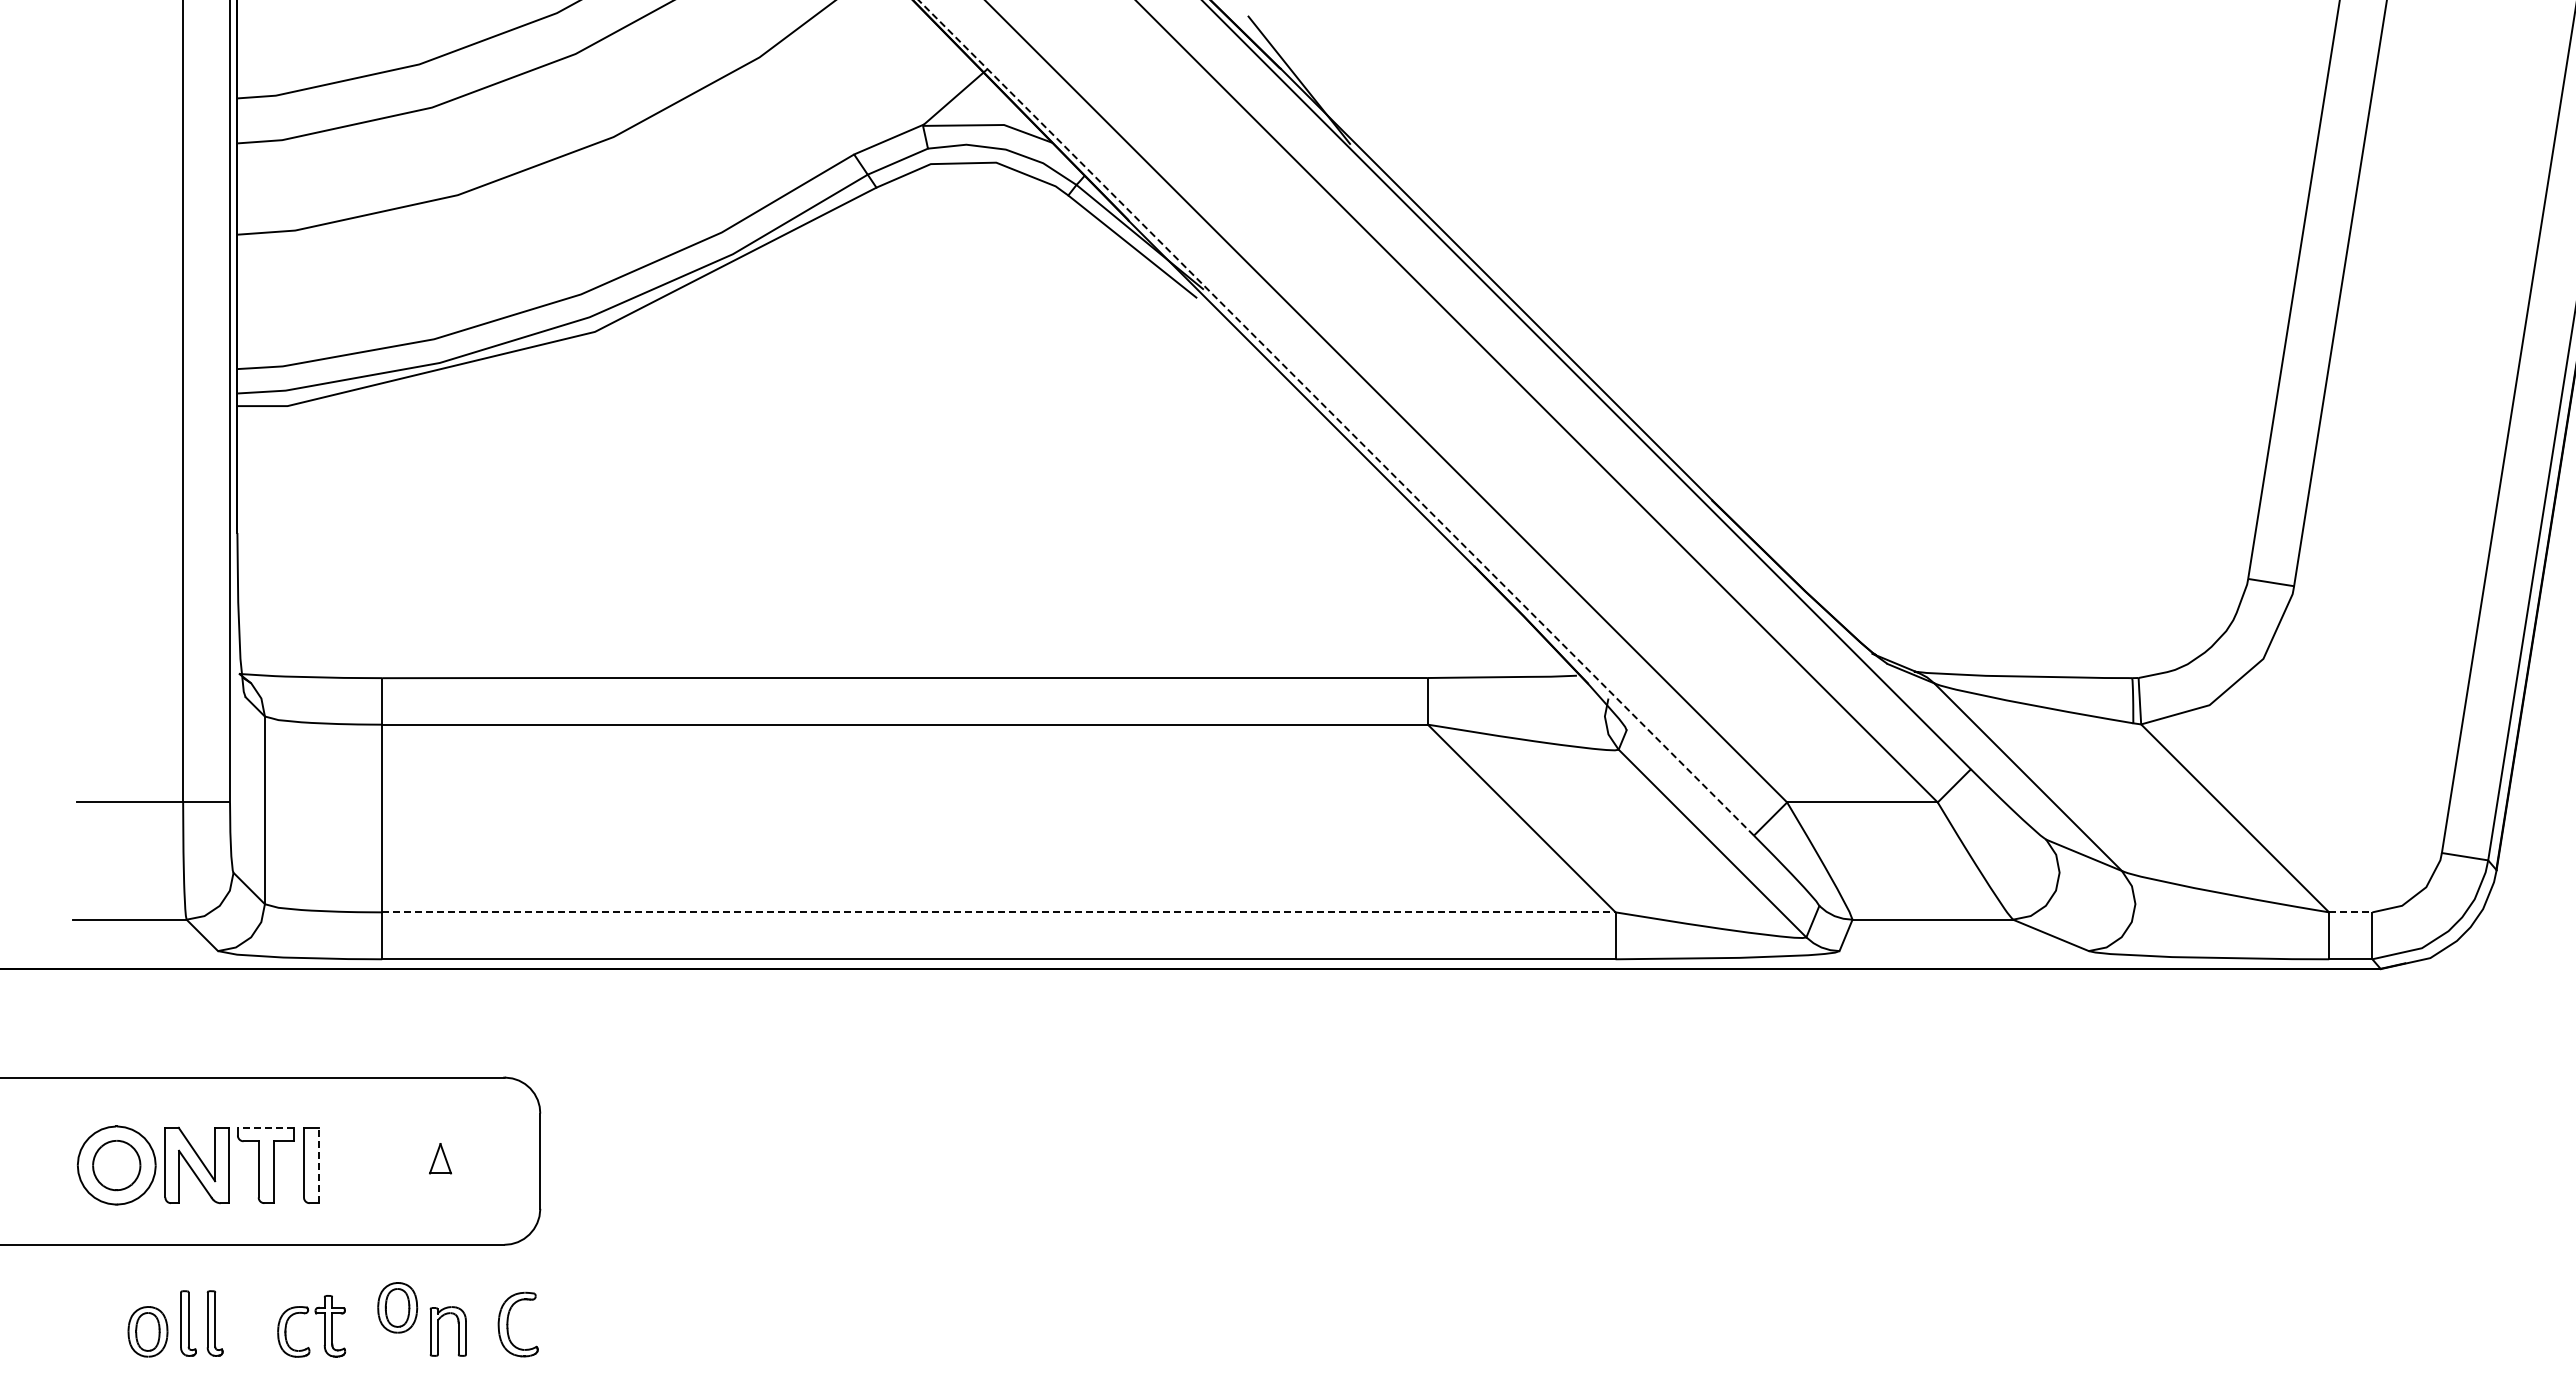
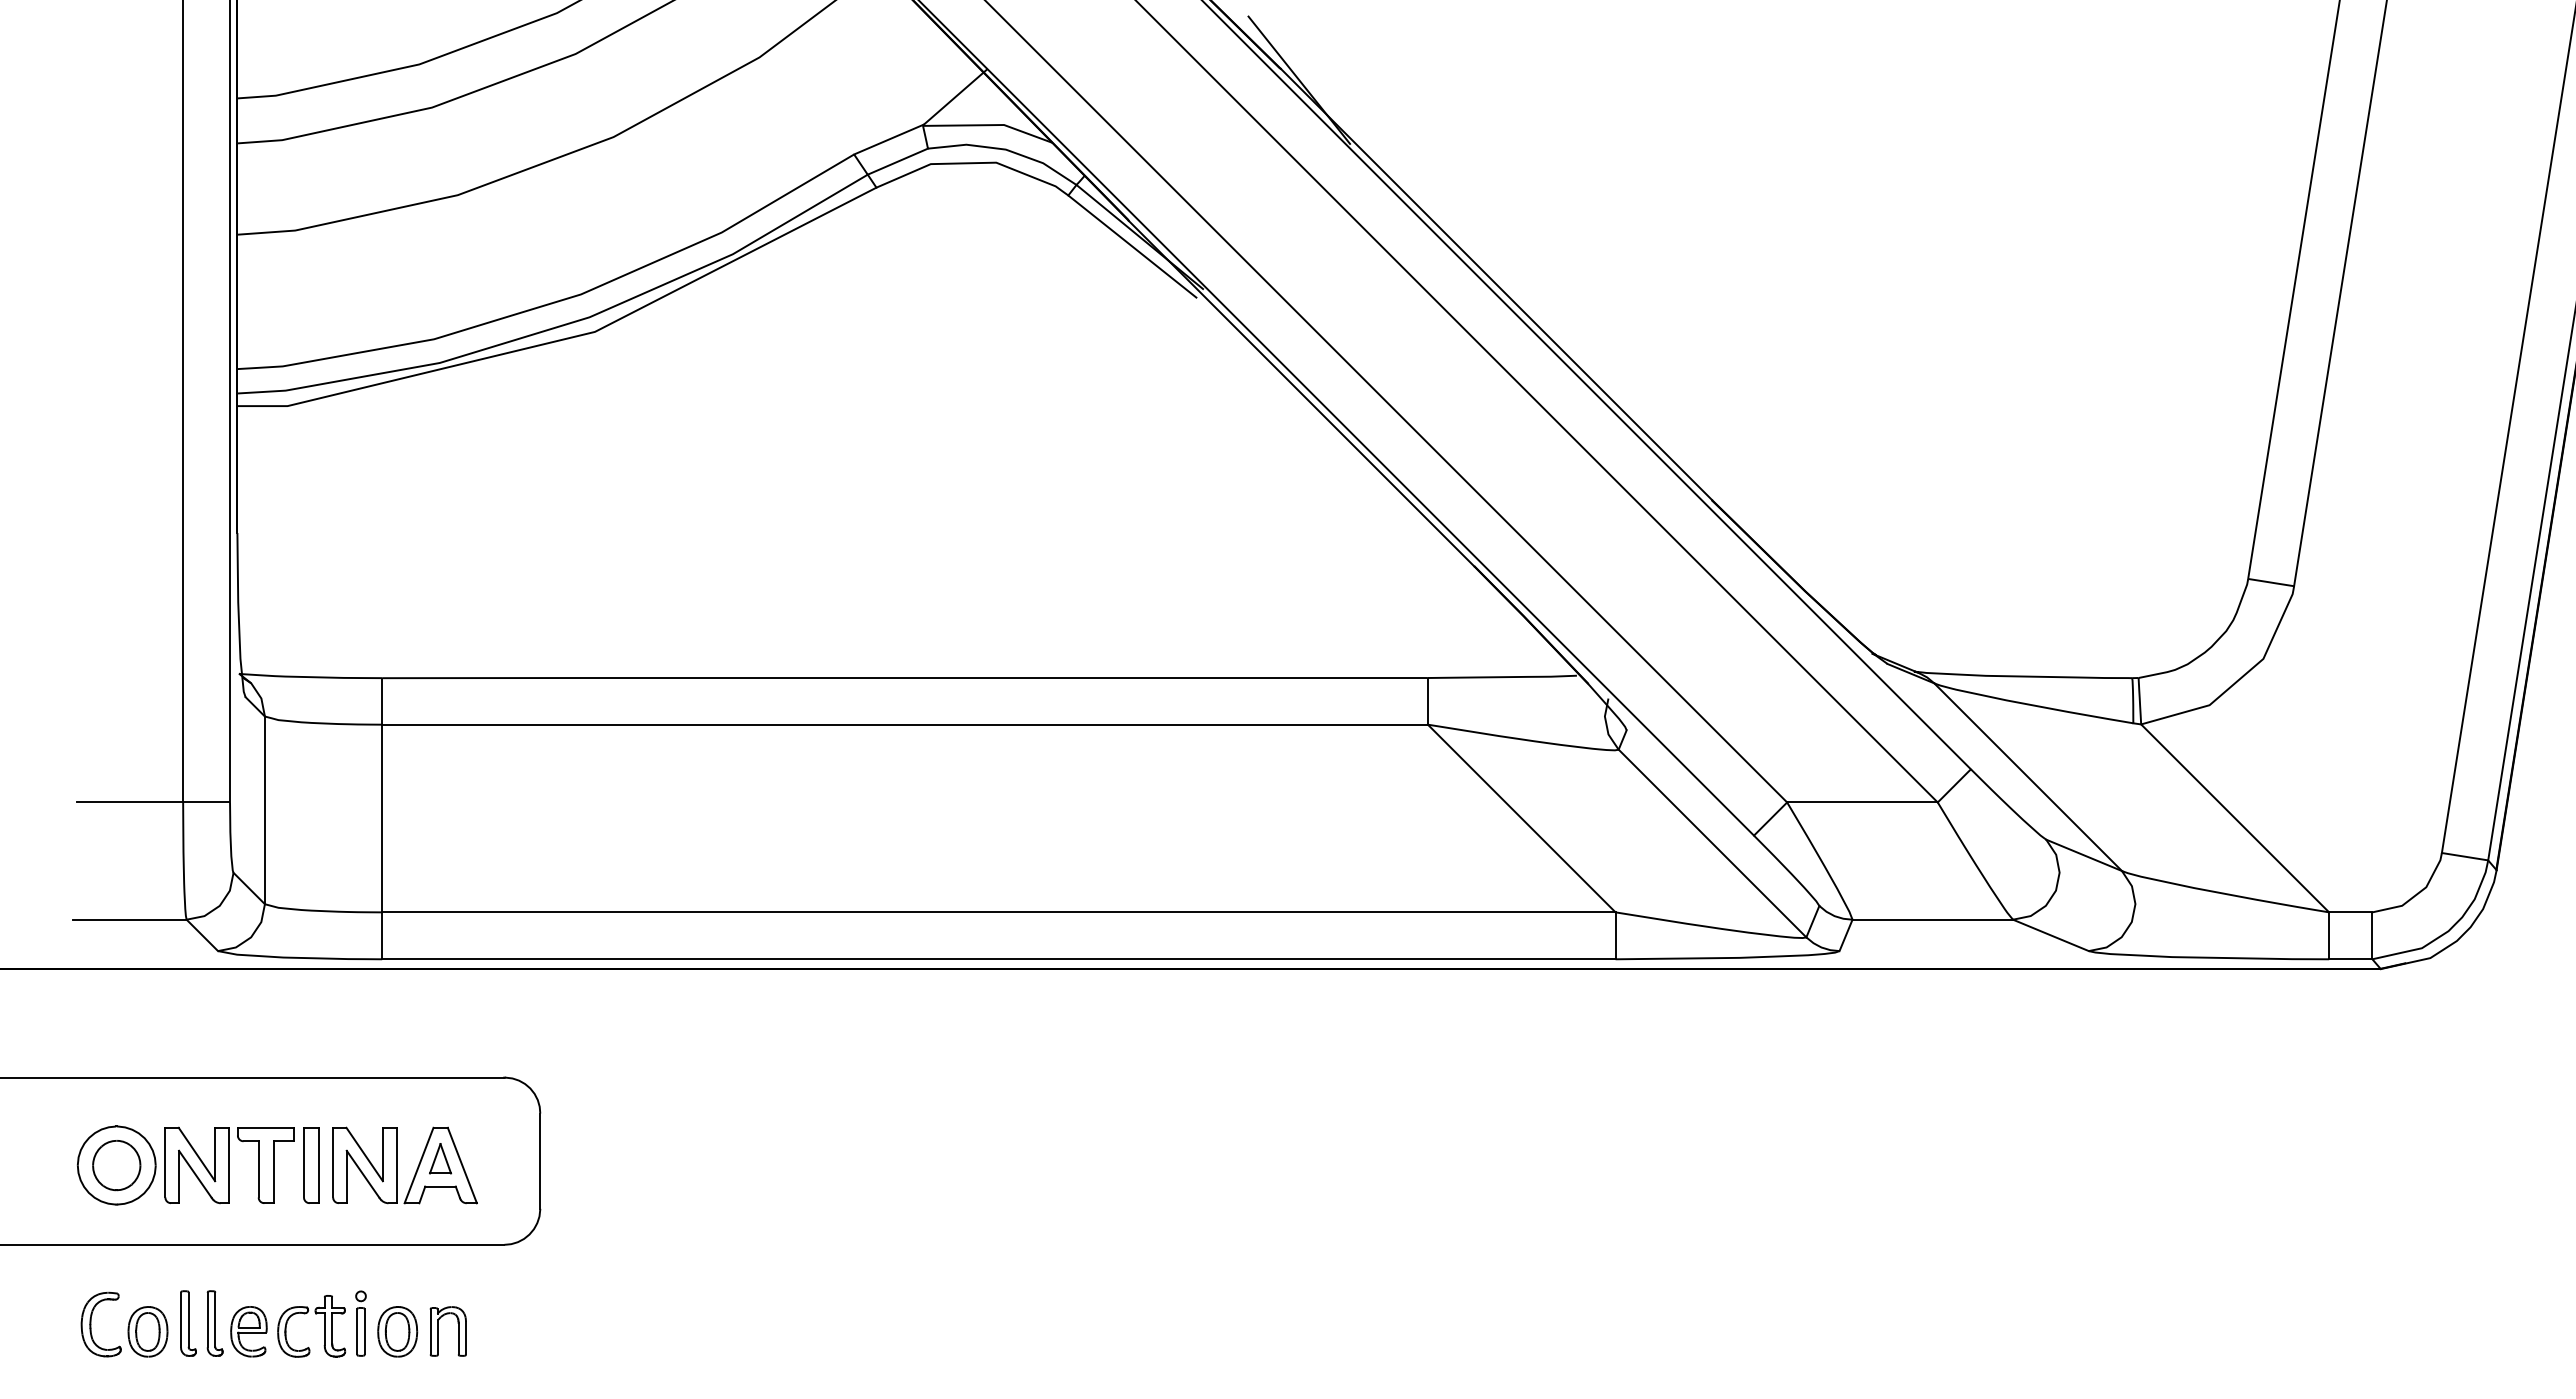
line at (1336, 417): dashed -> solid
line at (998, 912): dashed -> solid
line at (2350, 912): dashed -> solid
line at (265, 1127): dashed -> solid
line at (318, 1165): dashed -> solid
part at (397, 1165): none -> present
part at (397, 1307) position: (397, 1307) -> (397, 1331)
part at (360, 1323): none -> present
part at (508, 1324) position: (508, 1324) -> (91, 1324)
part at (248, 1331): none -> present
